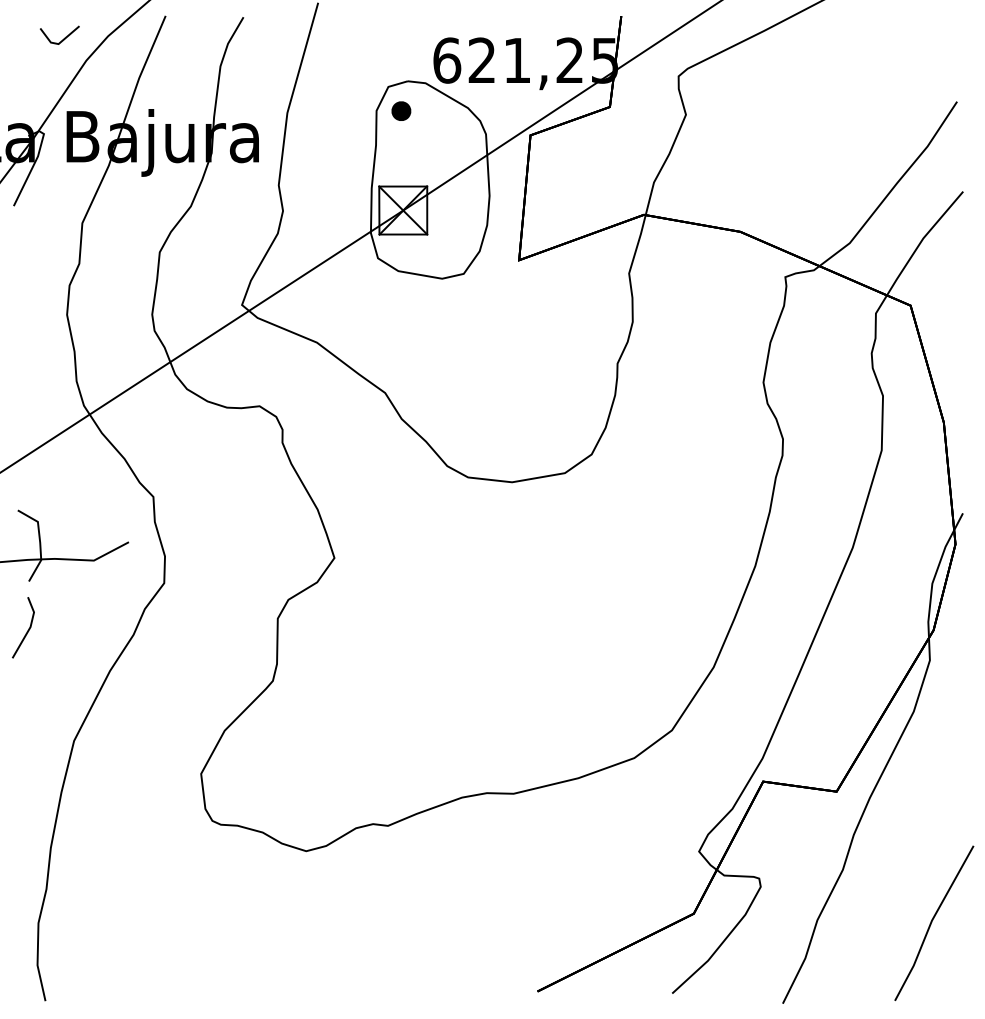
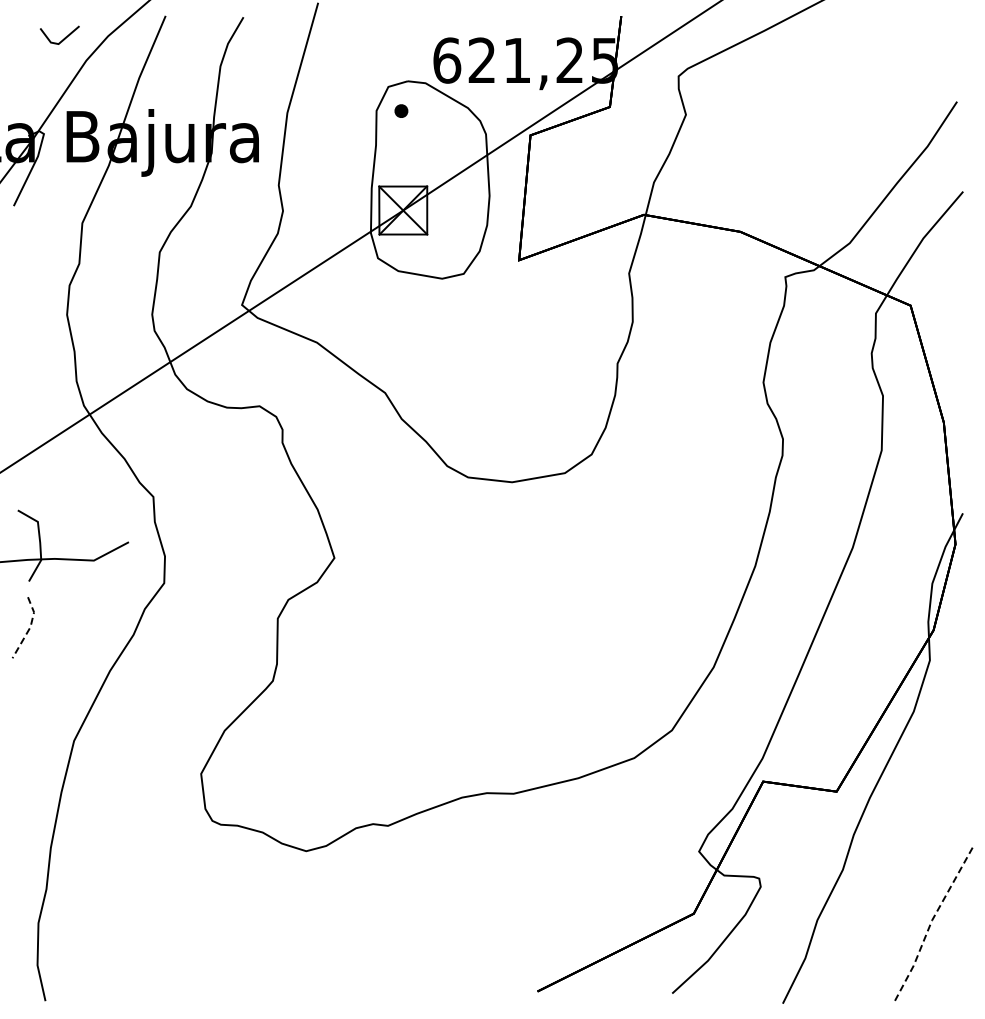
part at (401, 110) size: 21x20 px -> 15x14 px
line at (30, 627): solid -> dashed
line at (931, 921): solid -> dashed
